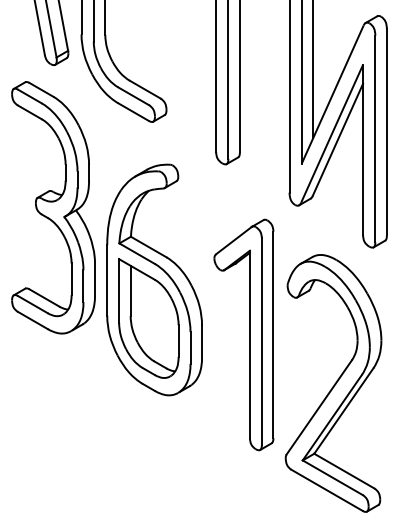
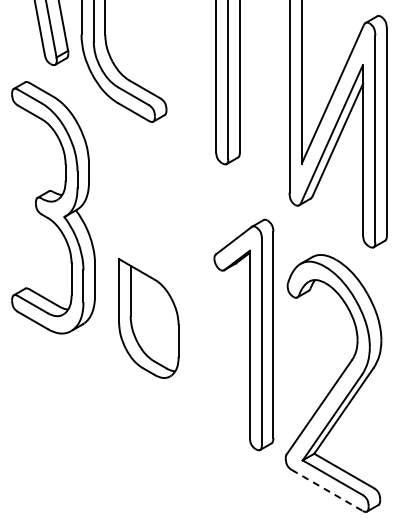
line at (313, 69): present -> none
part at (154, 279): present -> none
line at (327, 490): solid -> dashed
